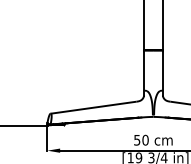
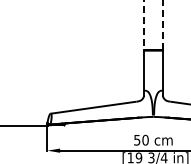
line at (143, 25): solid -> dashed
line at (163, 25): solid -> dashed
